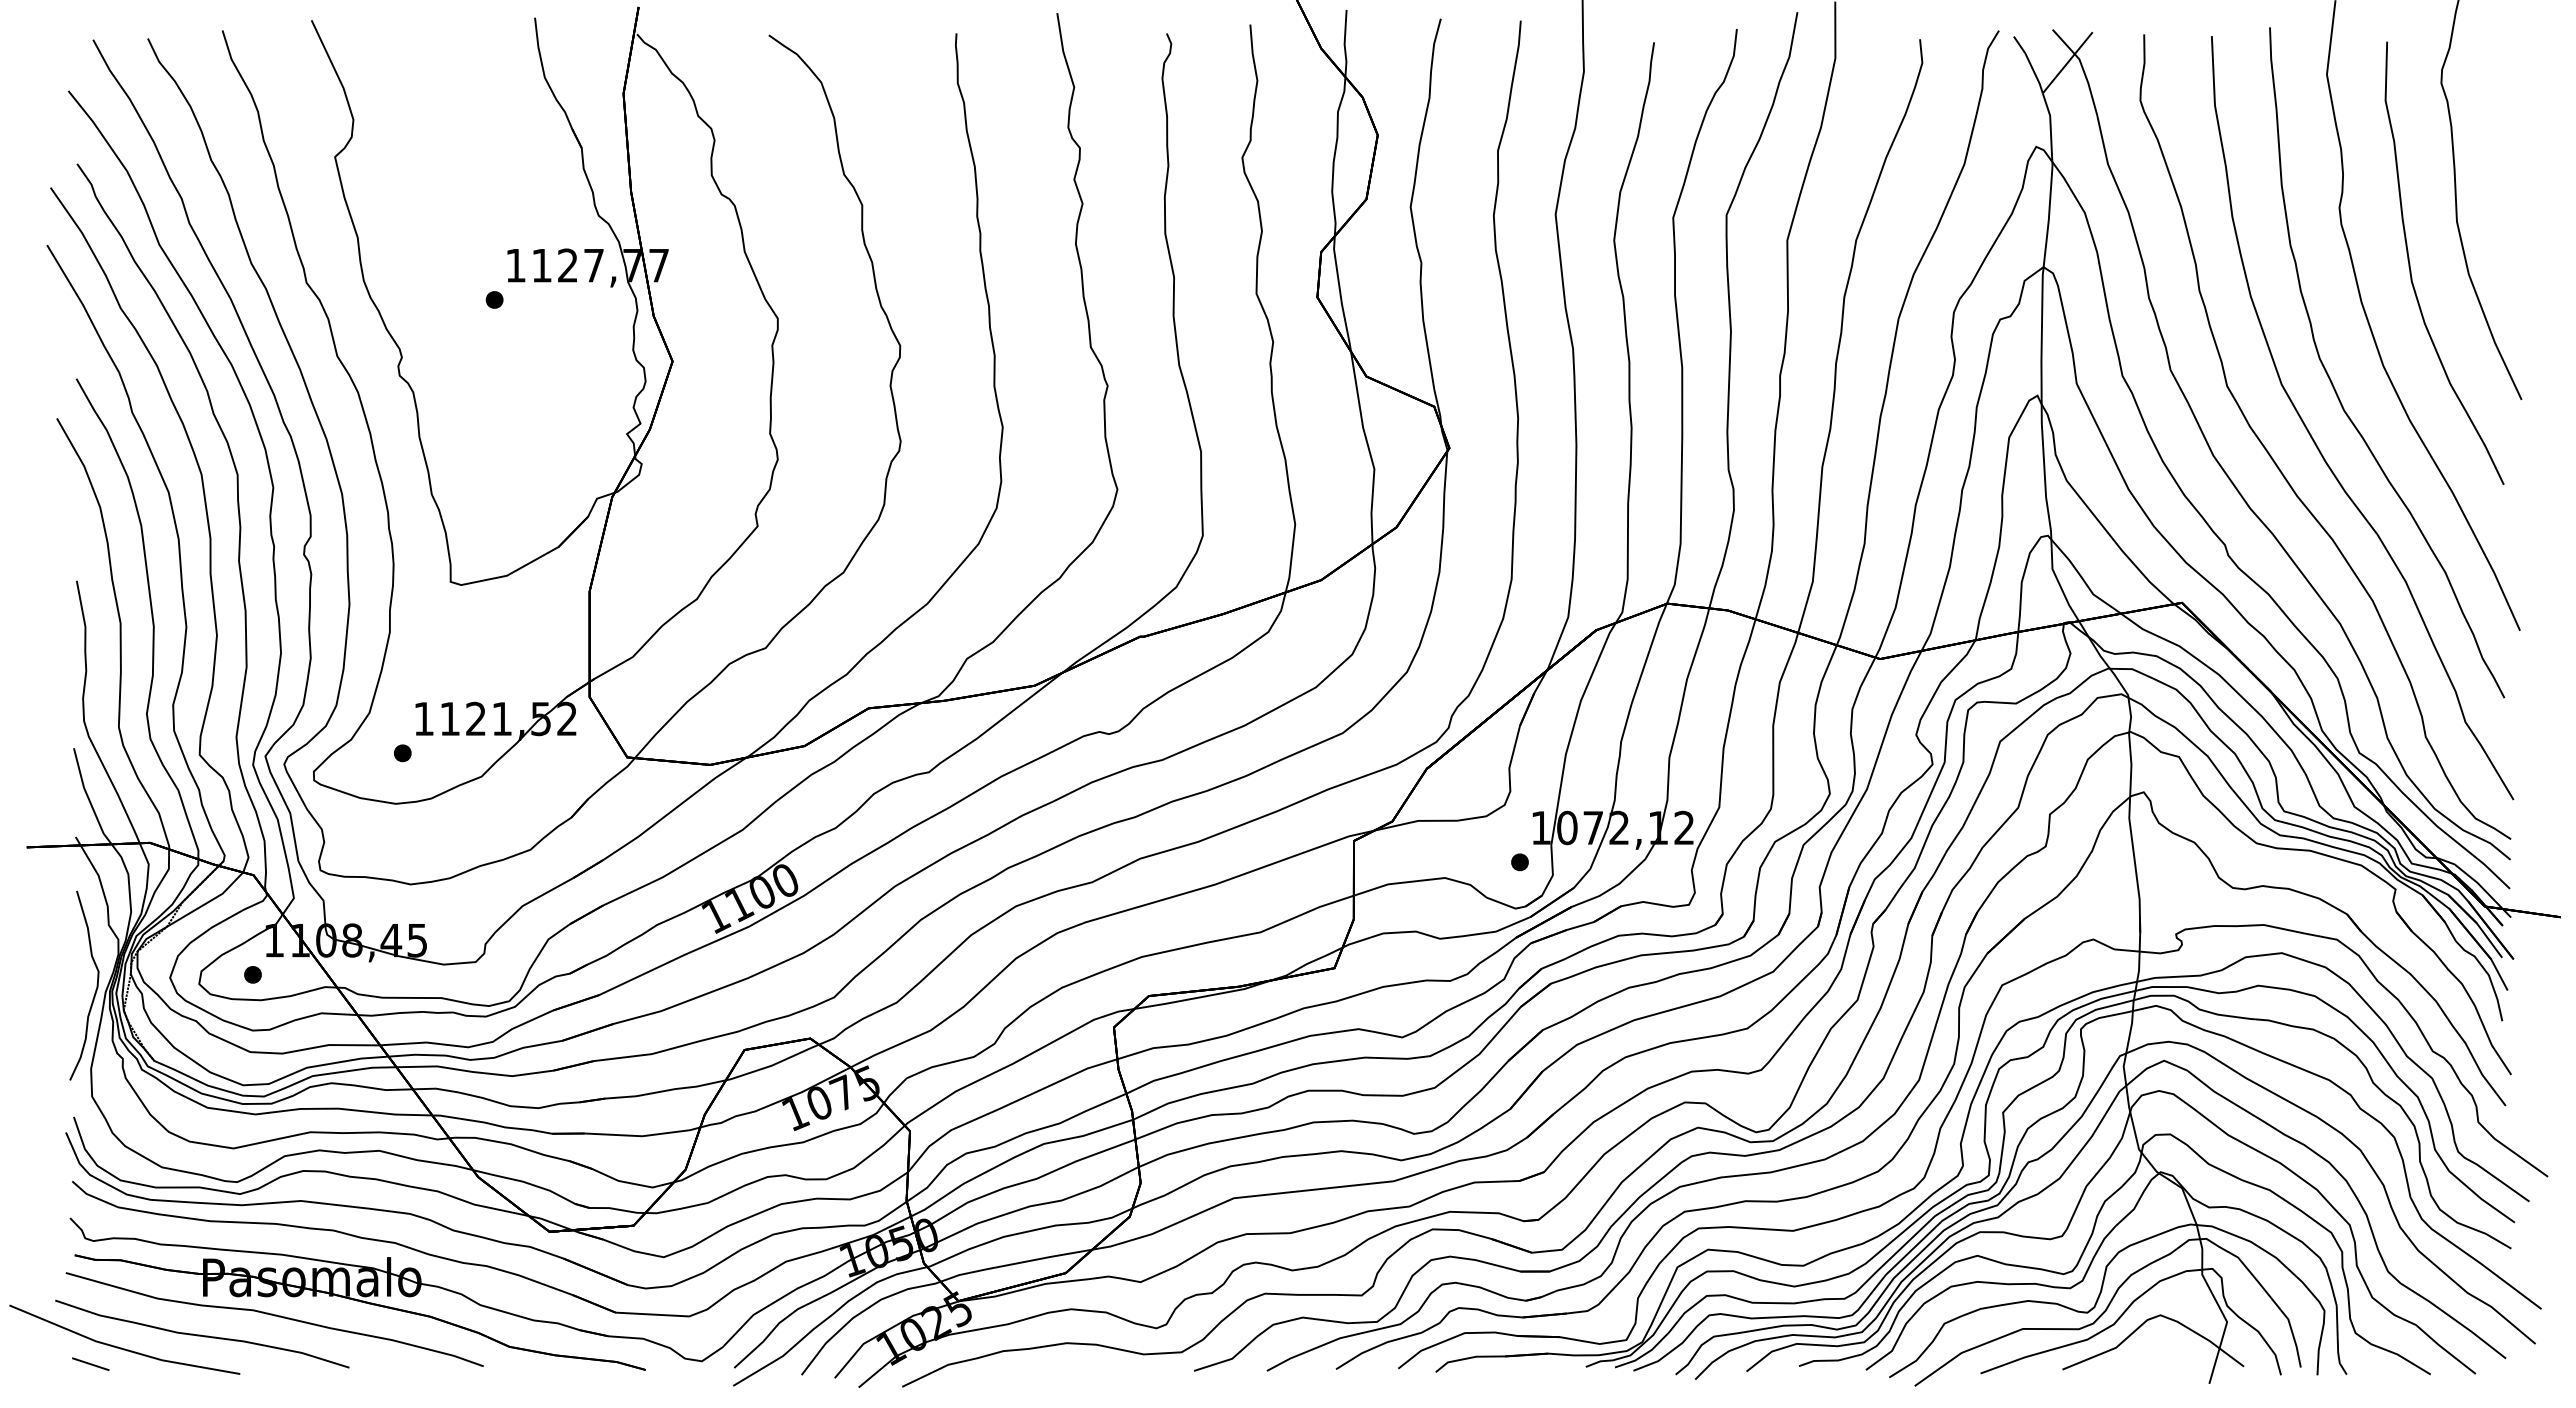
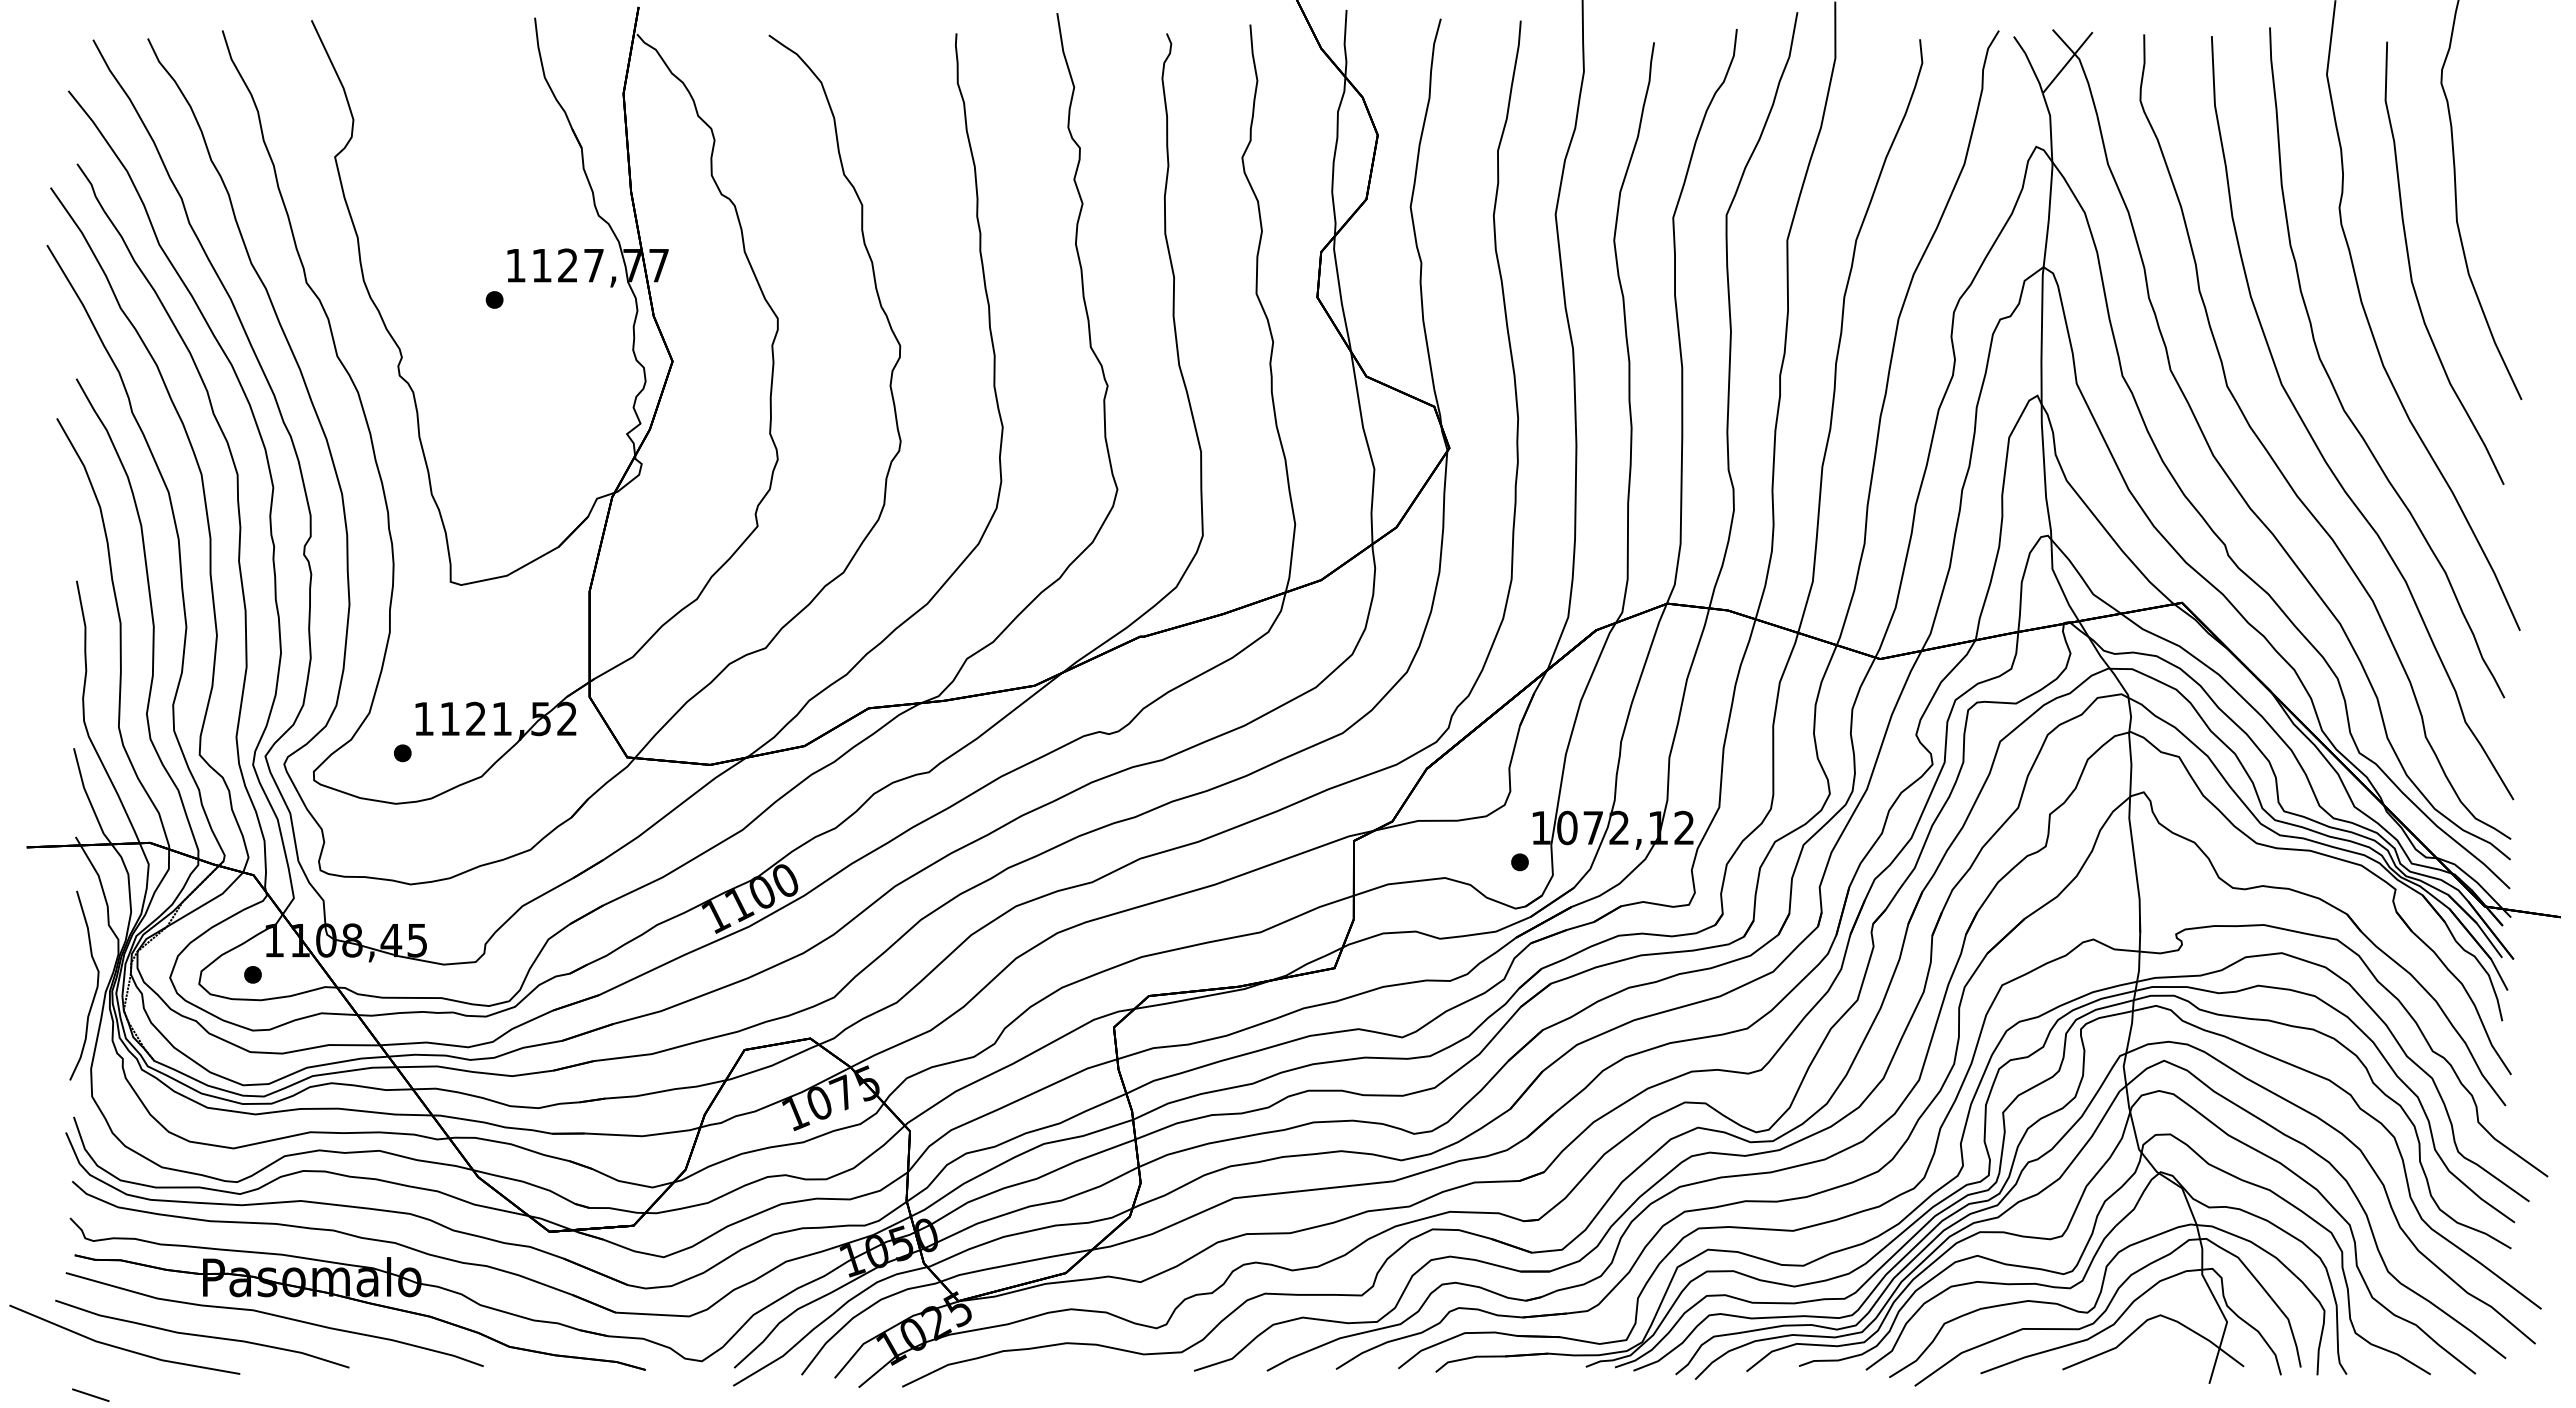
line at (90, 1363) position: (90, 1363) -> (90, 1394)
